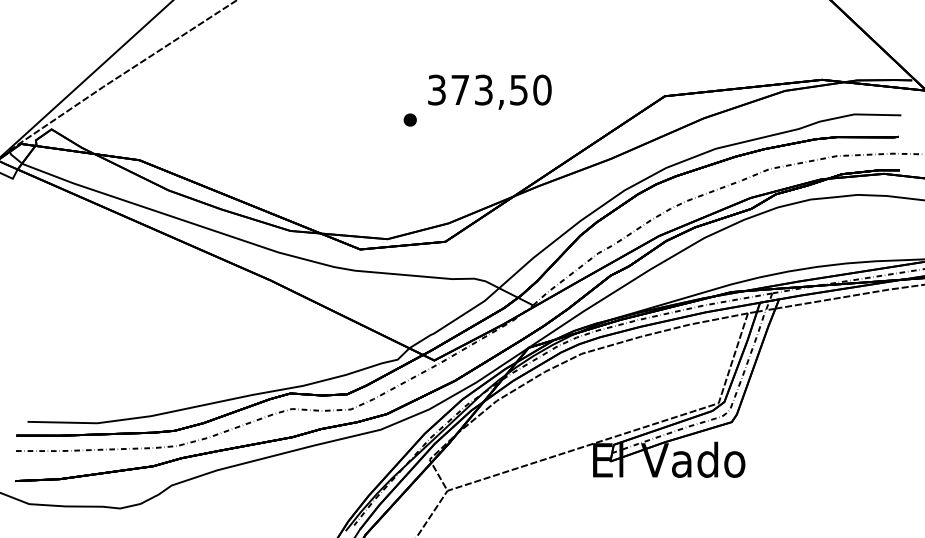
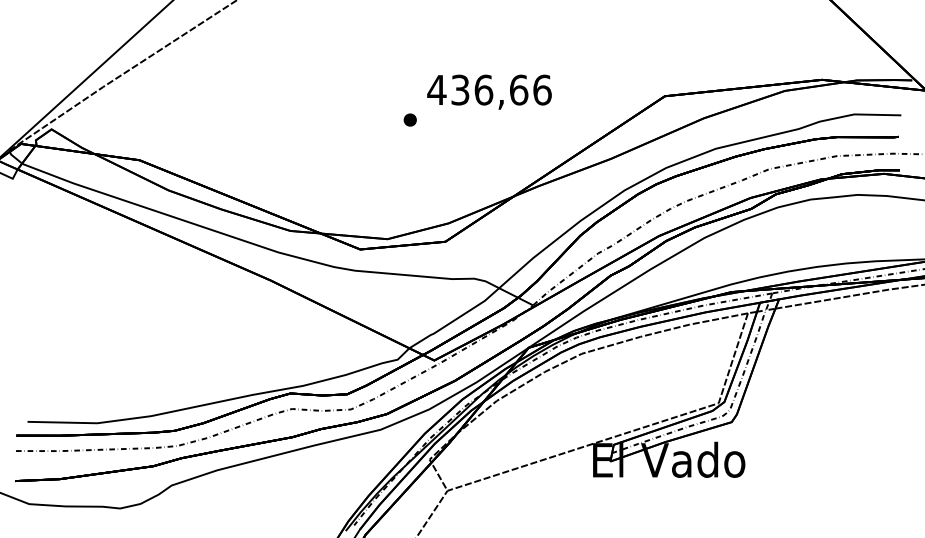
text at (489, 89): 373,50 -> 436,66
